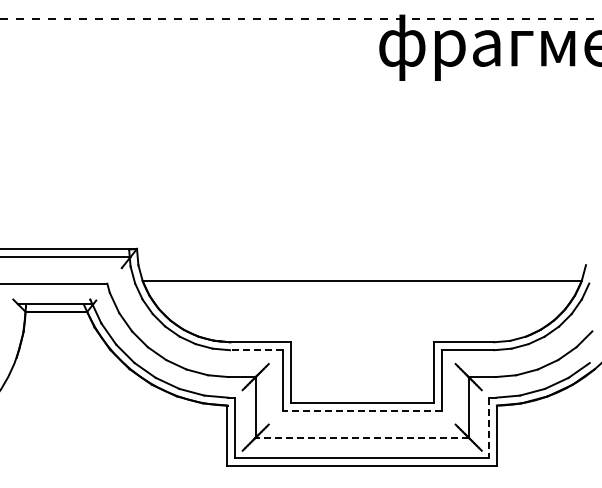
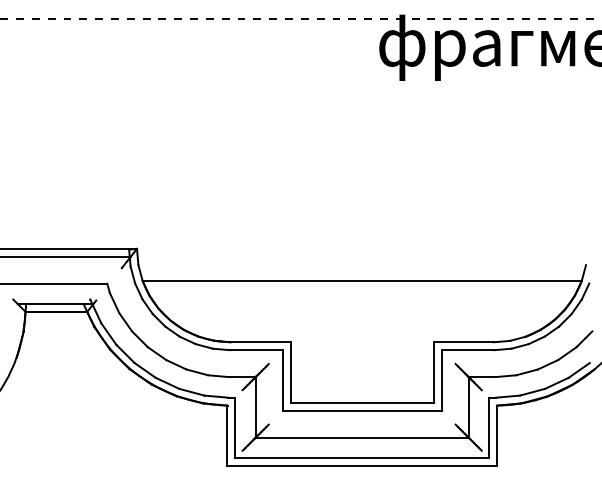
line at (255, 350): dashed -> solid
line at (362, 410): dashed -> solid
line at (489, 428): dashed -> solid
line at (361, 437): dashed -> solid
